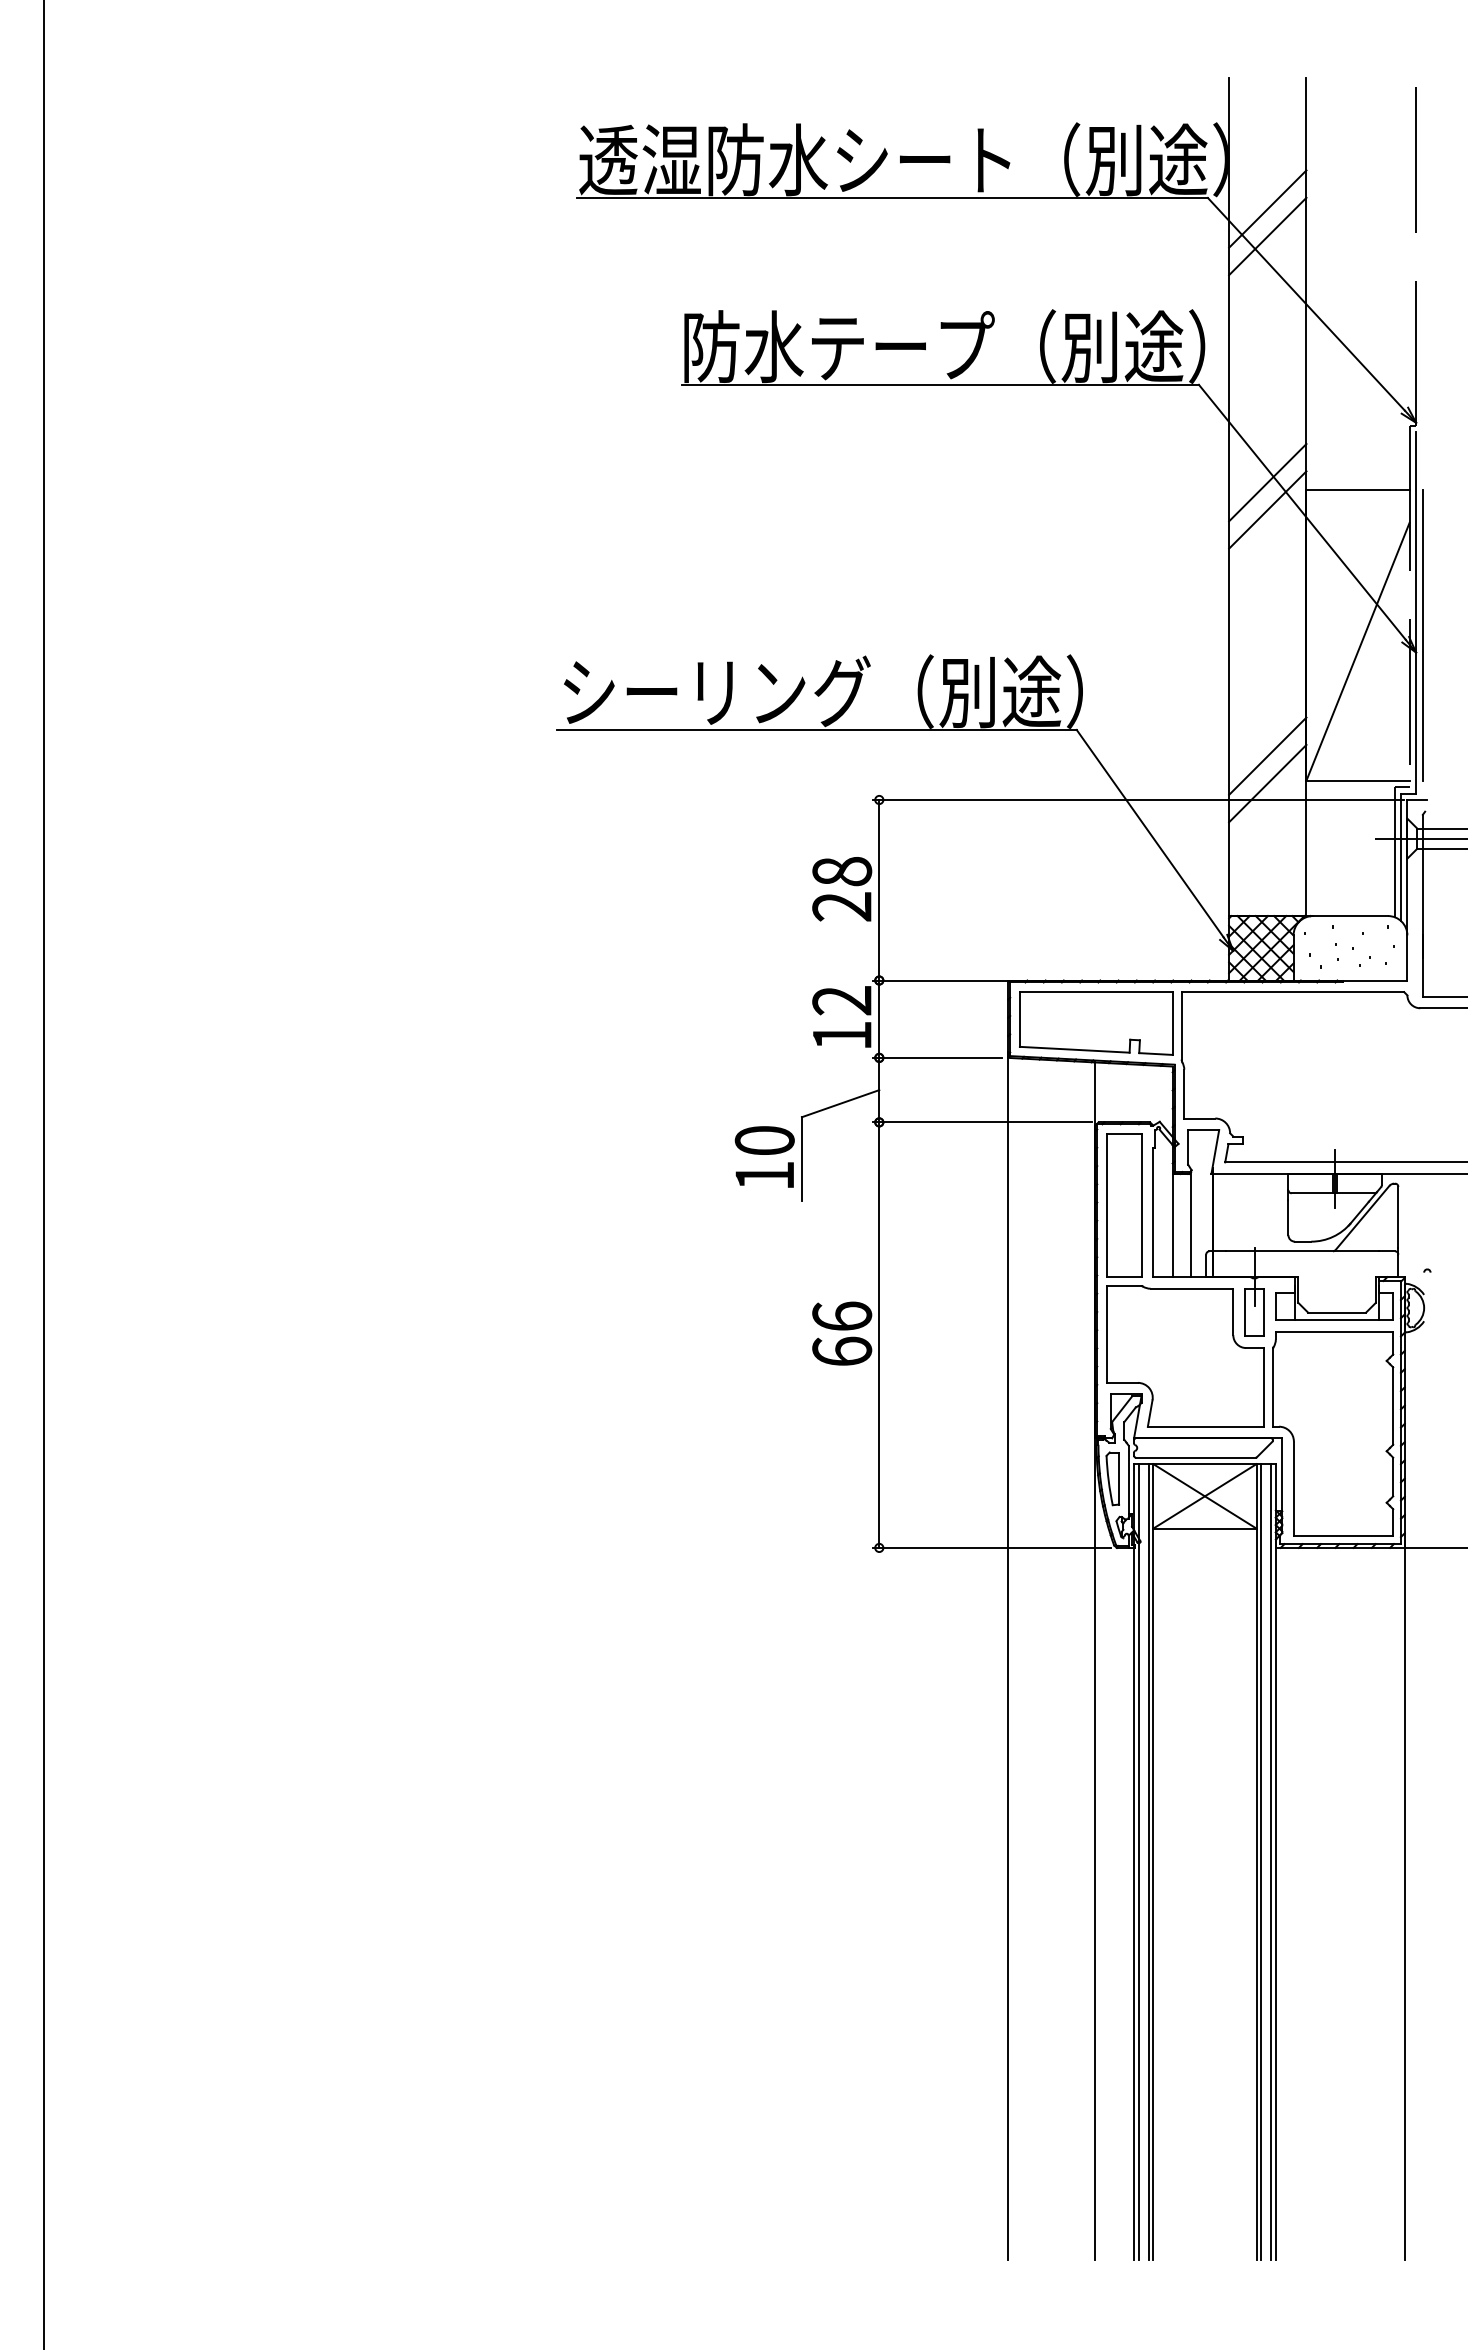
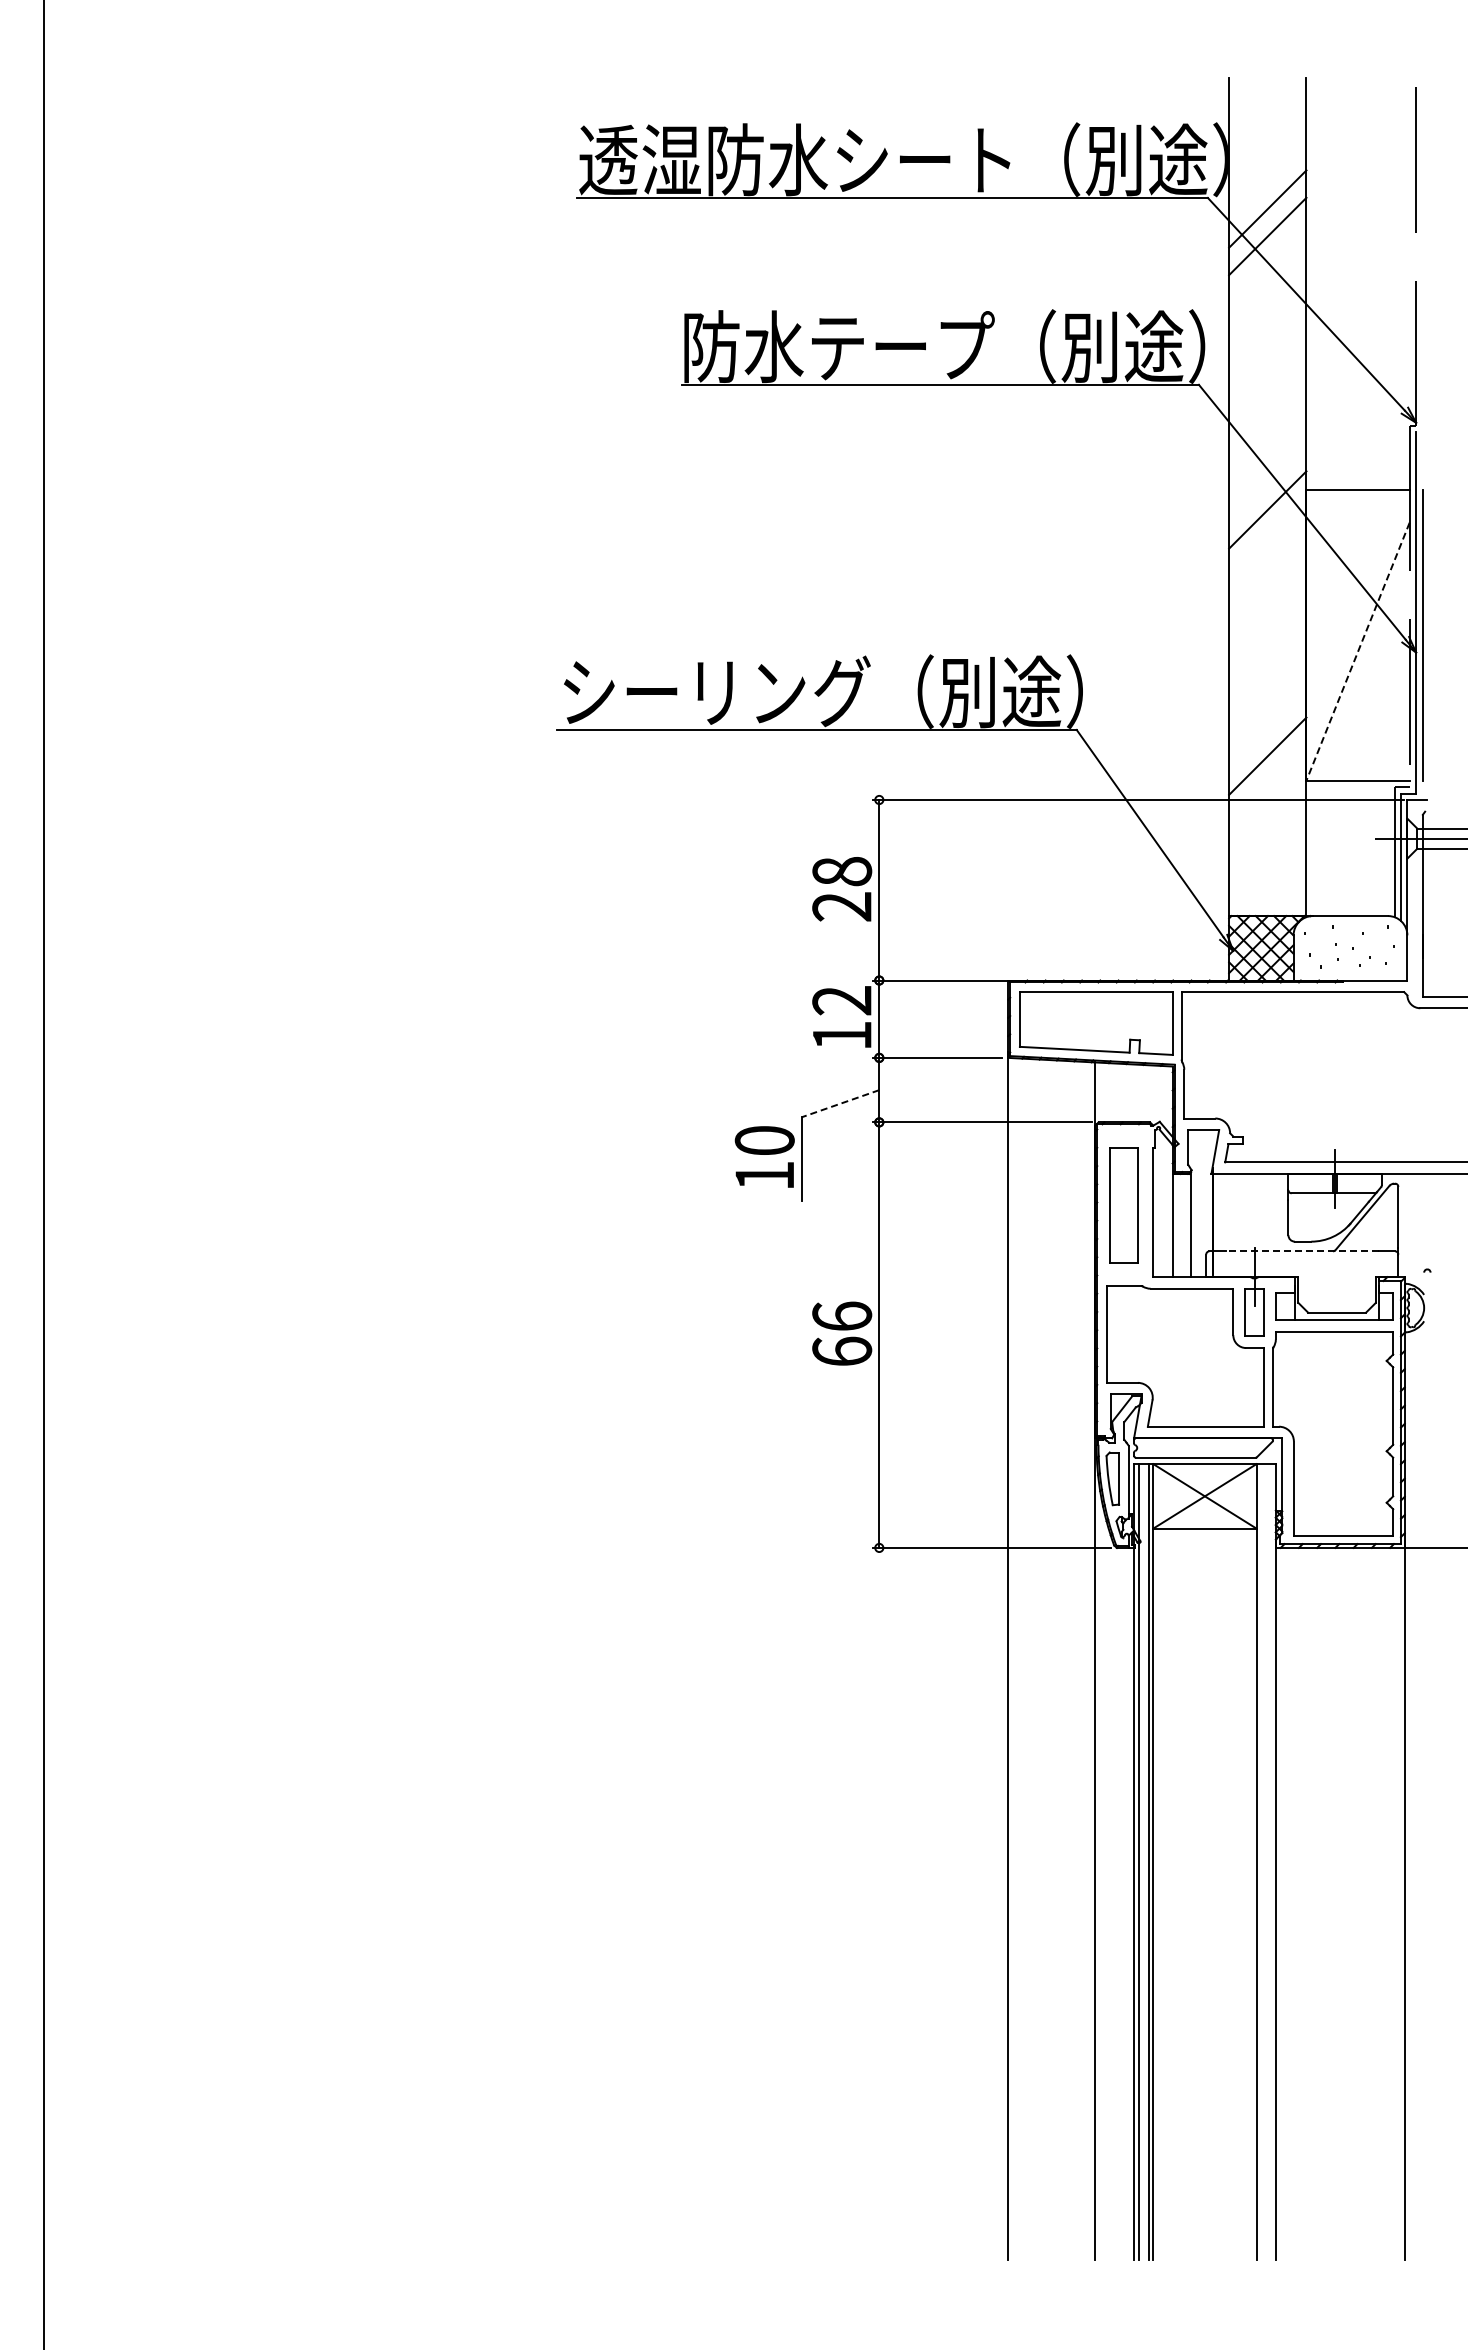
line at (1267, 482): present -> none
line at (1358, 651): solid -> dashed
line at (1267, 783): present -> none
line at (840, 1103): solid -> dashed
part at (1124, 1205) size: 37x145 px -> 30x117 px
line at (1302, 1251): solid -> dashed
line at (1261, 1862): present -> none
line at (1271, 1862): present -> none
